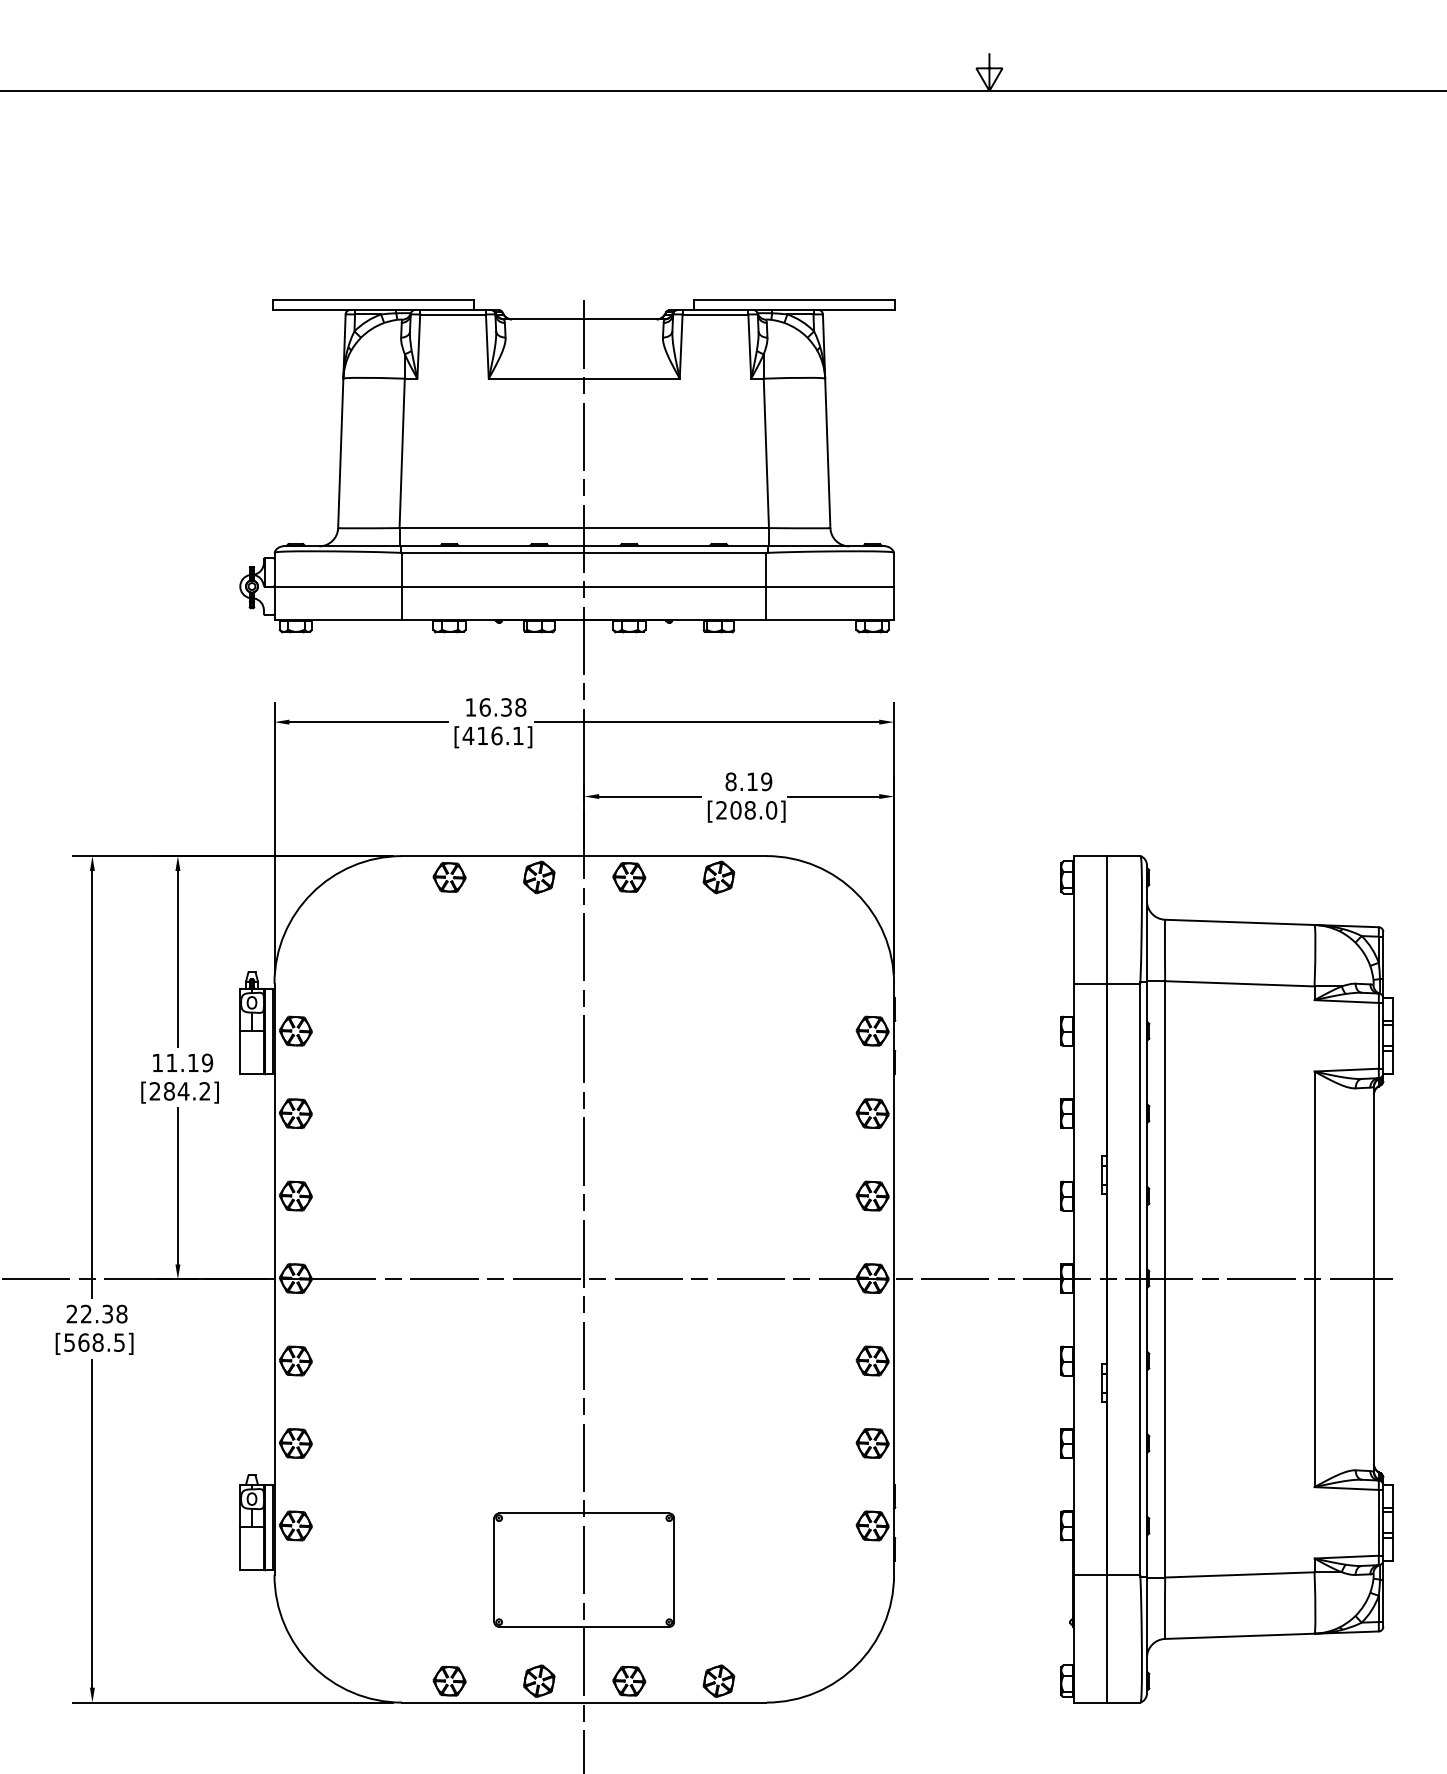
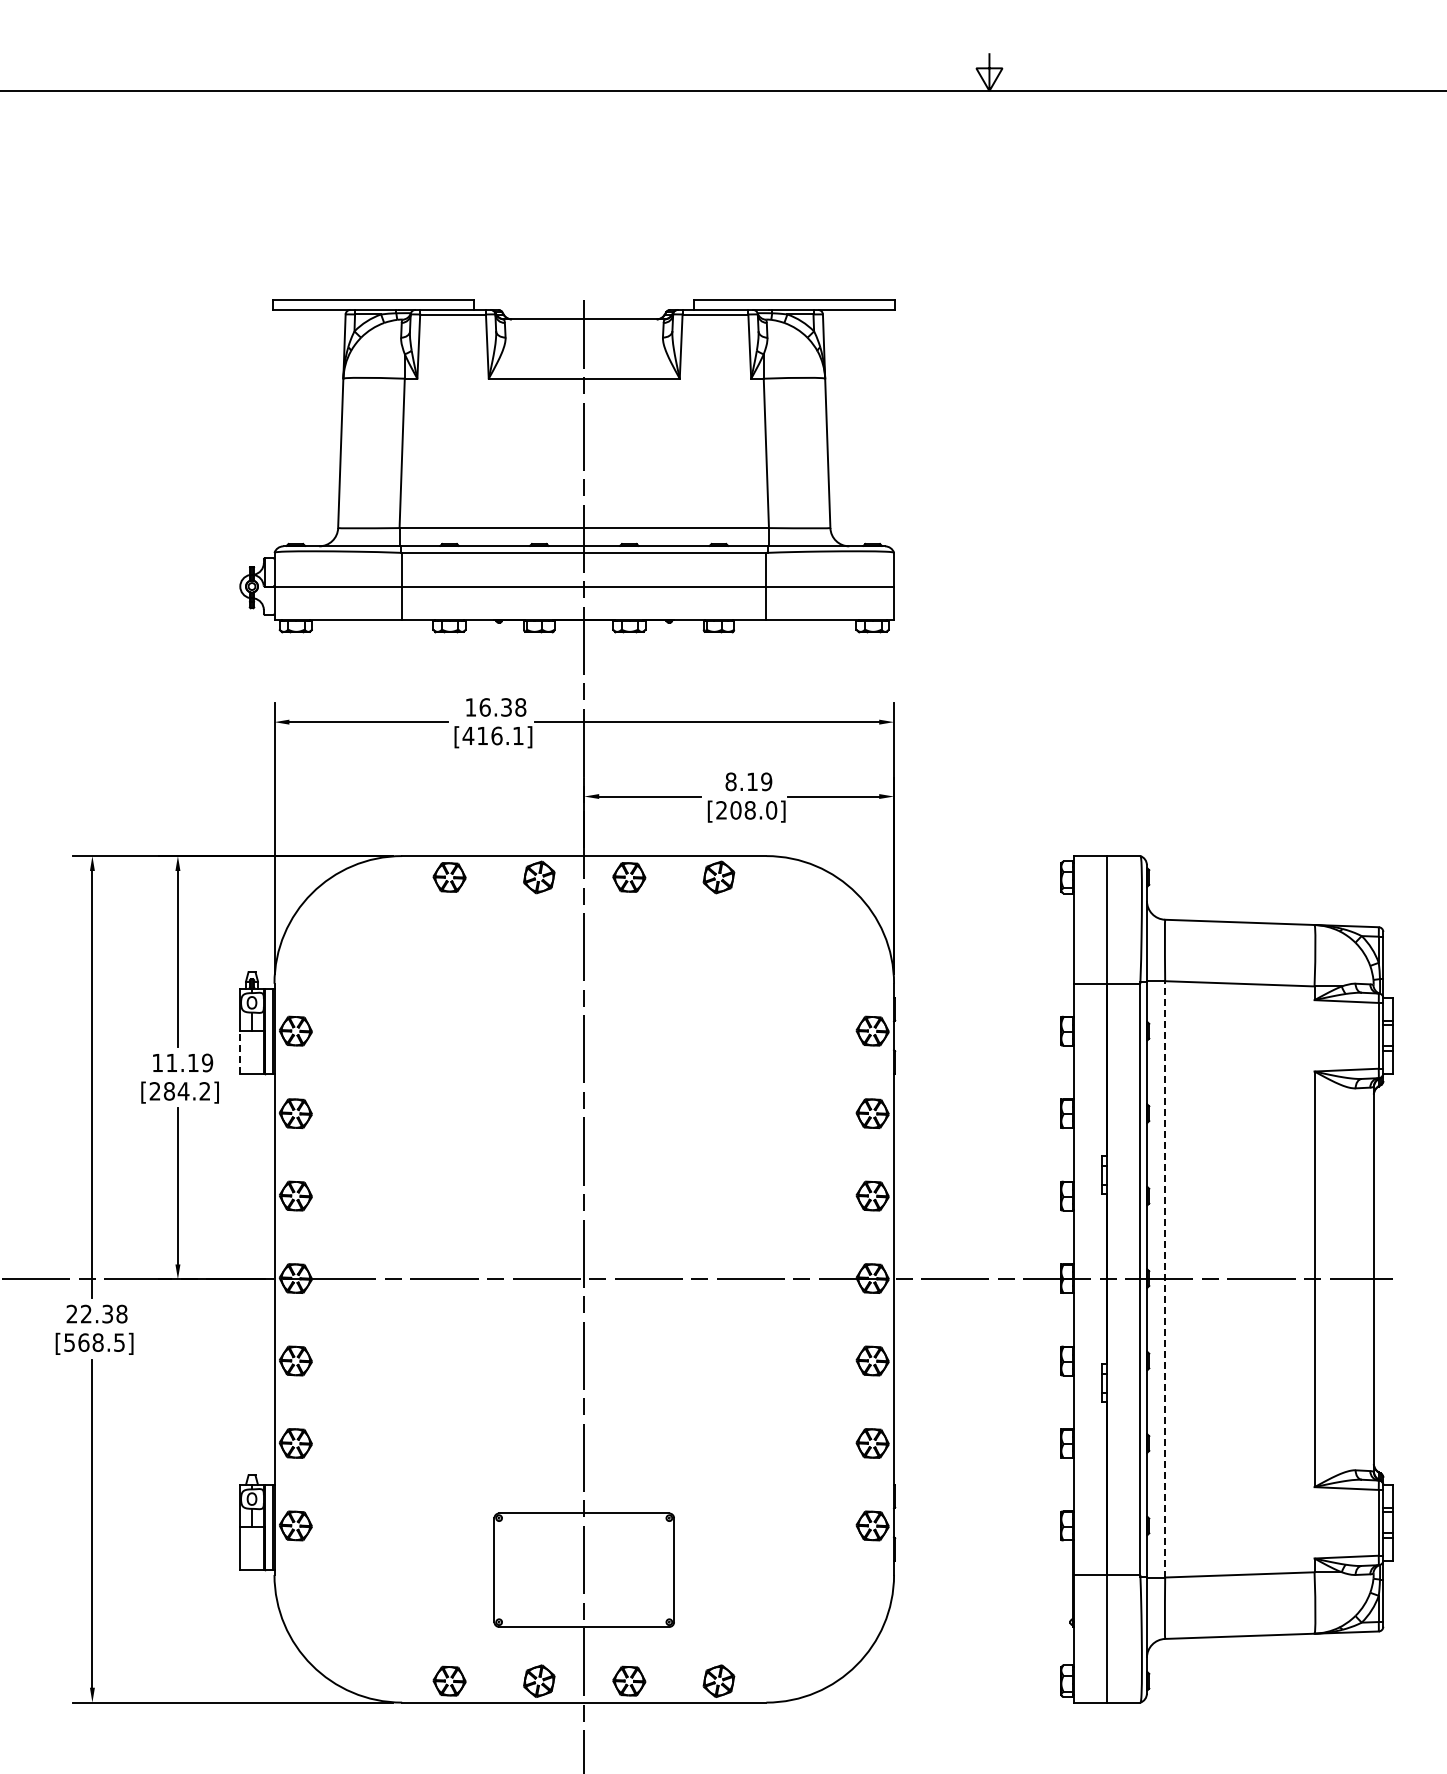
line at (240, 1051): solid -> dashed
line at (1165, 1278): solid -> dashed
